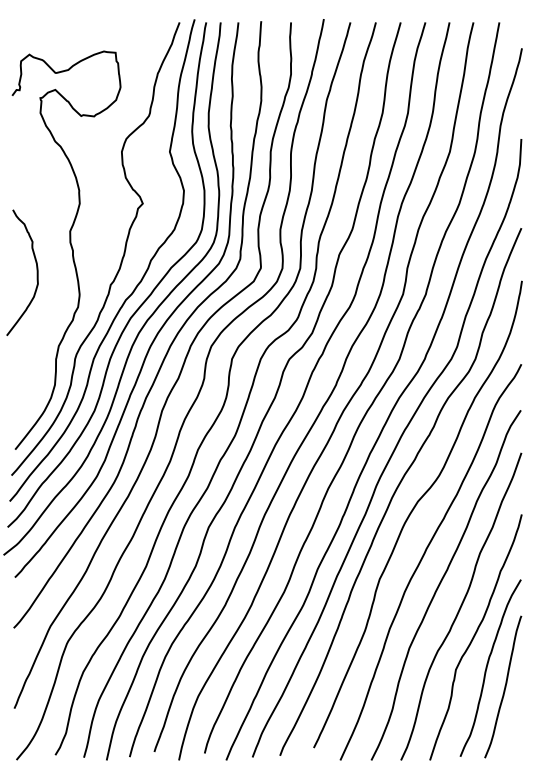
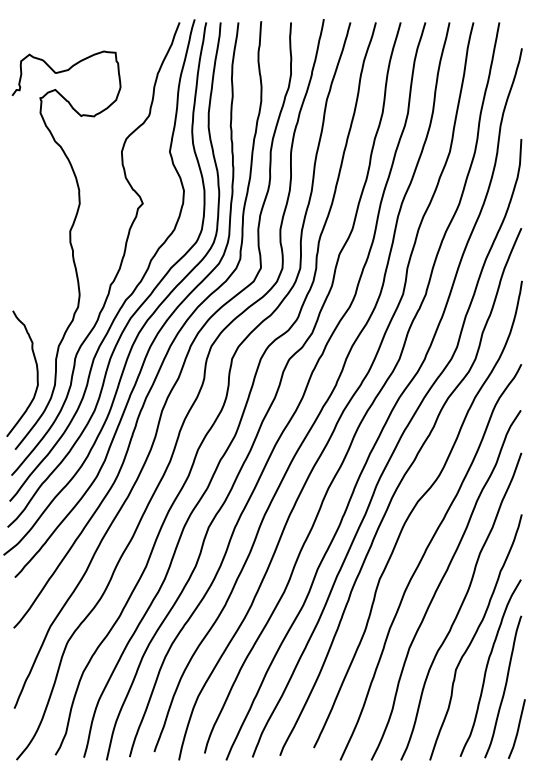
curve at (36, 272) position: (36, 272) -> (36, 373)
curve at (517, 728): none -> present
